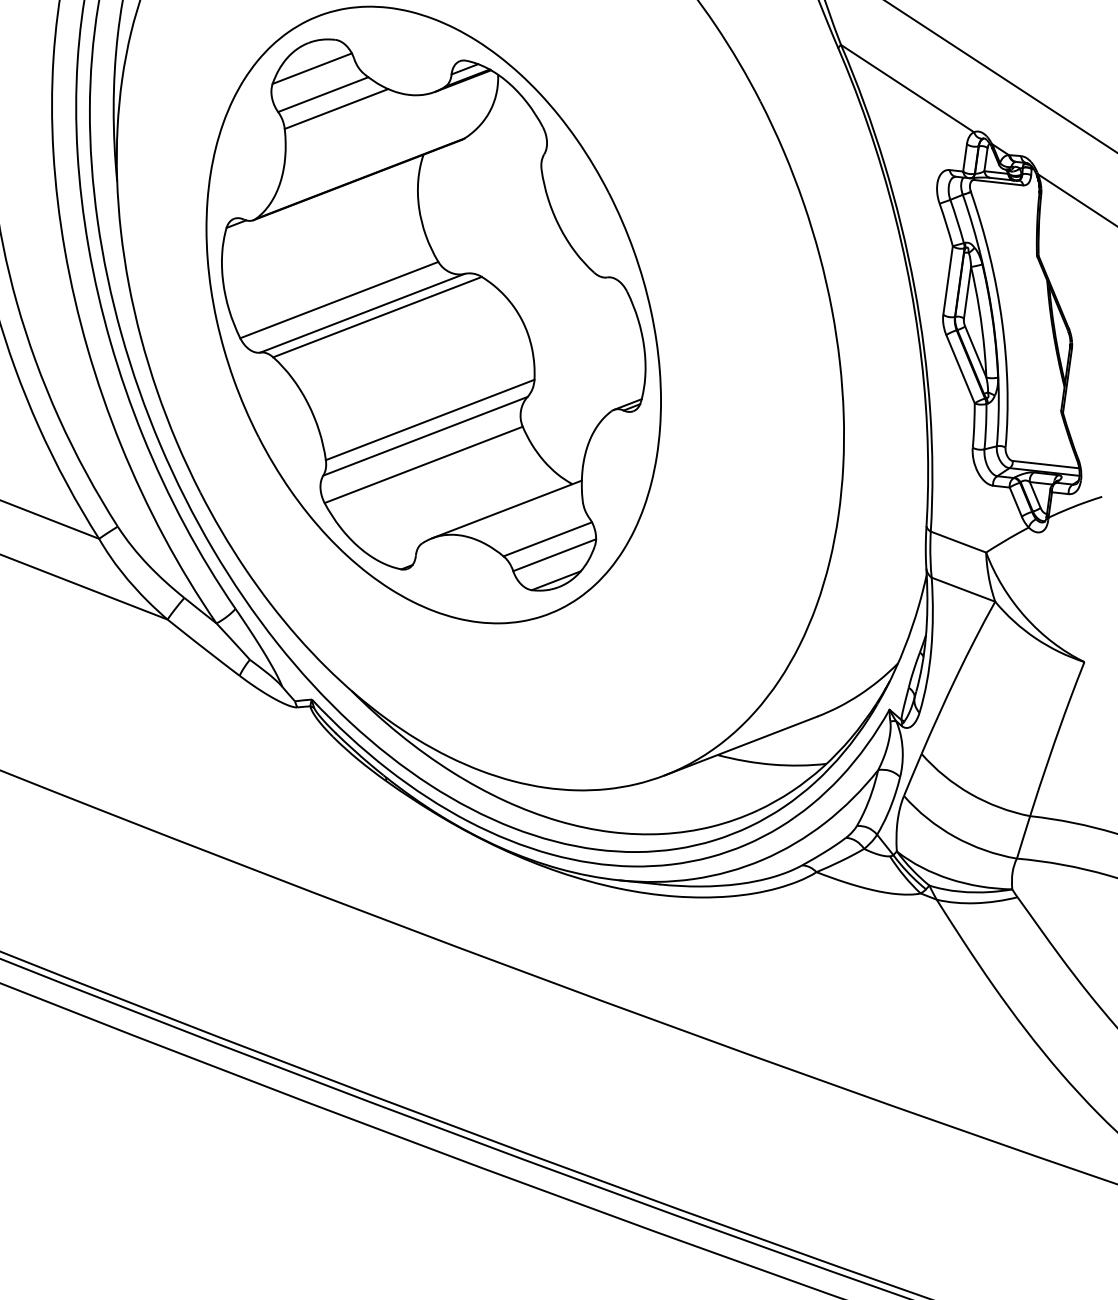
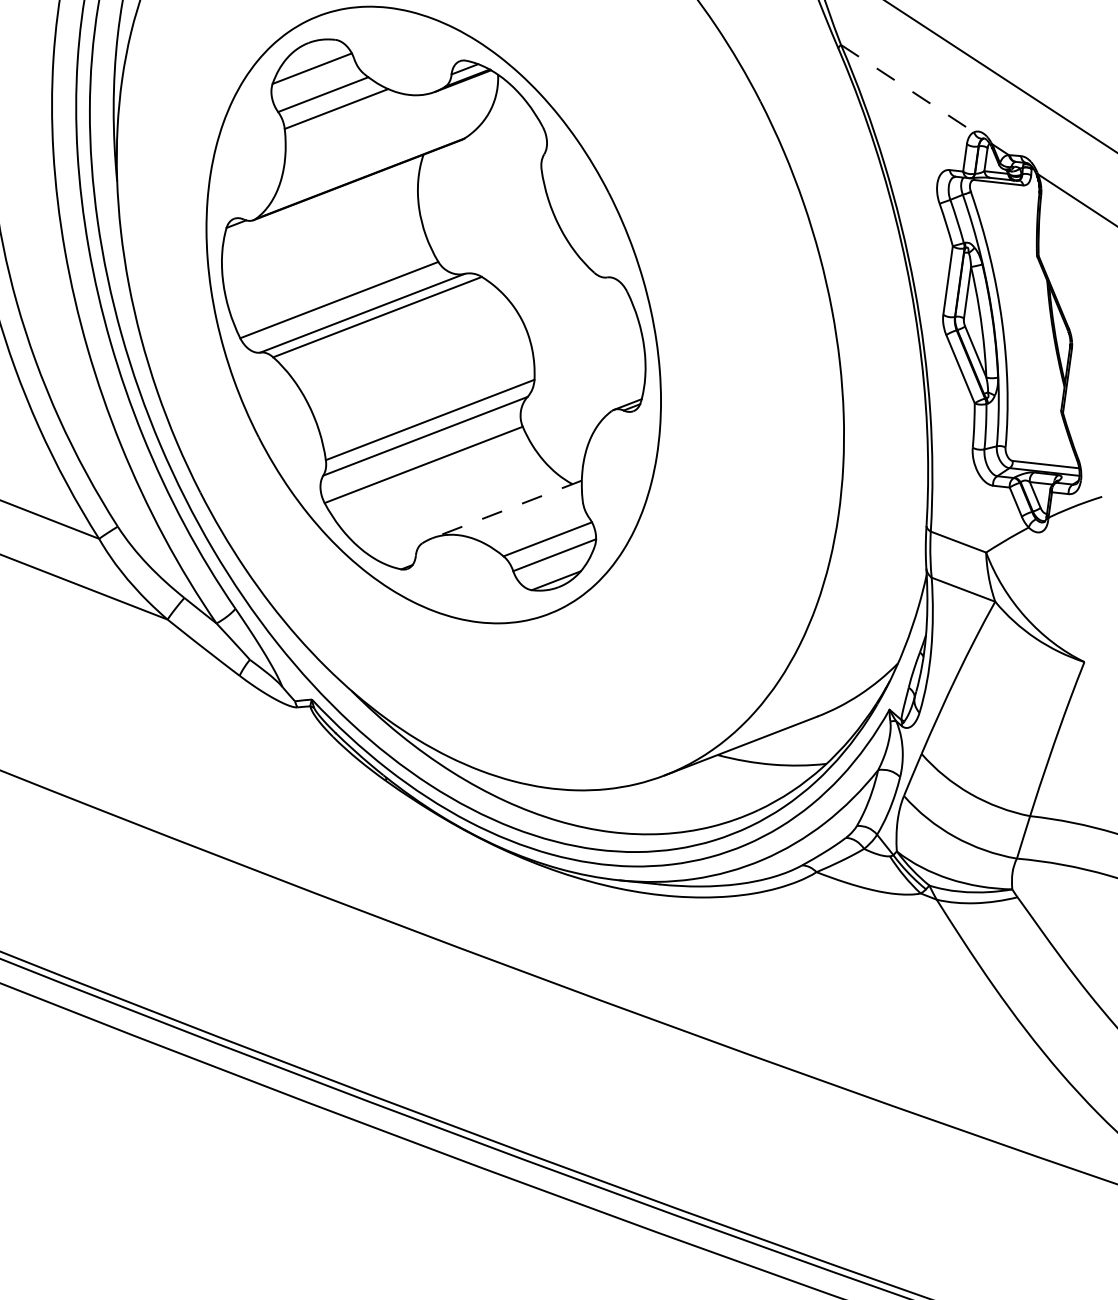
line at (907, 88): solid -> dashed
line at (506, 509): solid -> dashed
